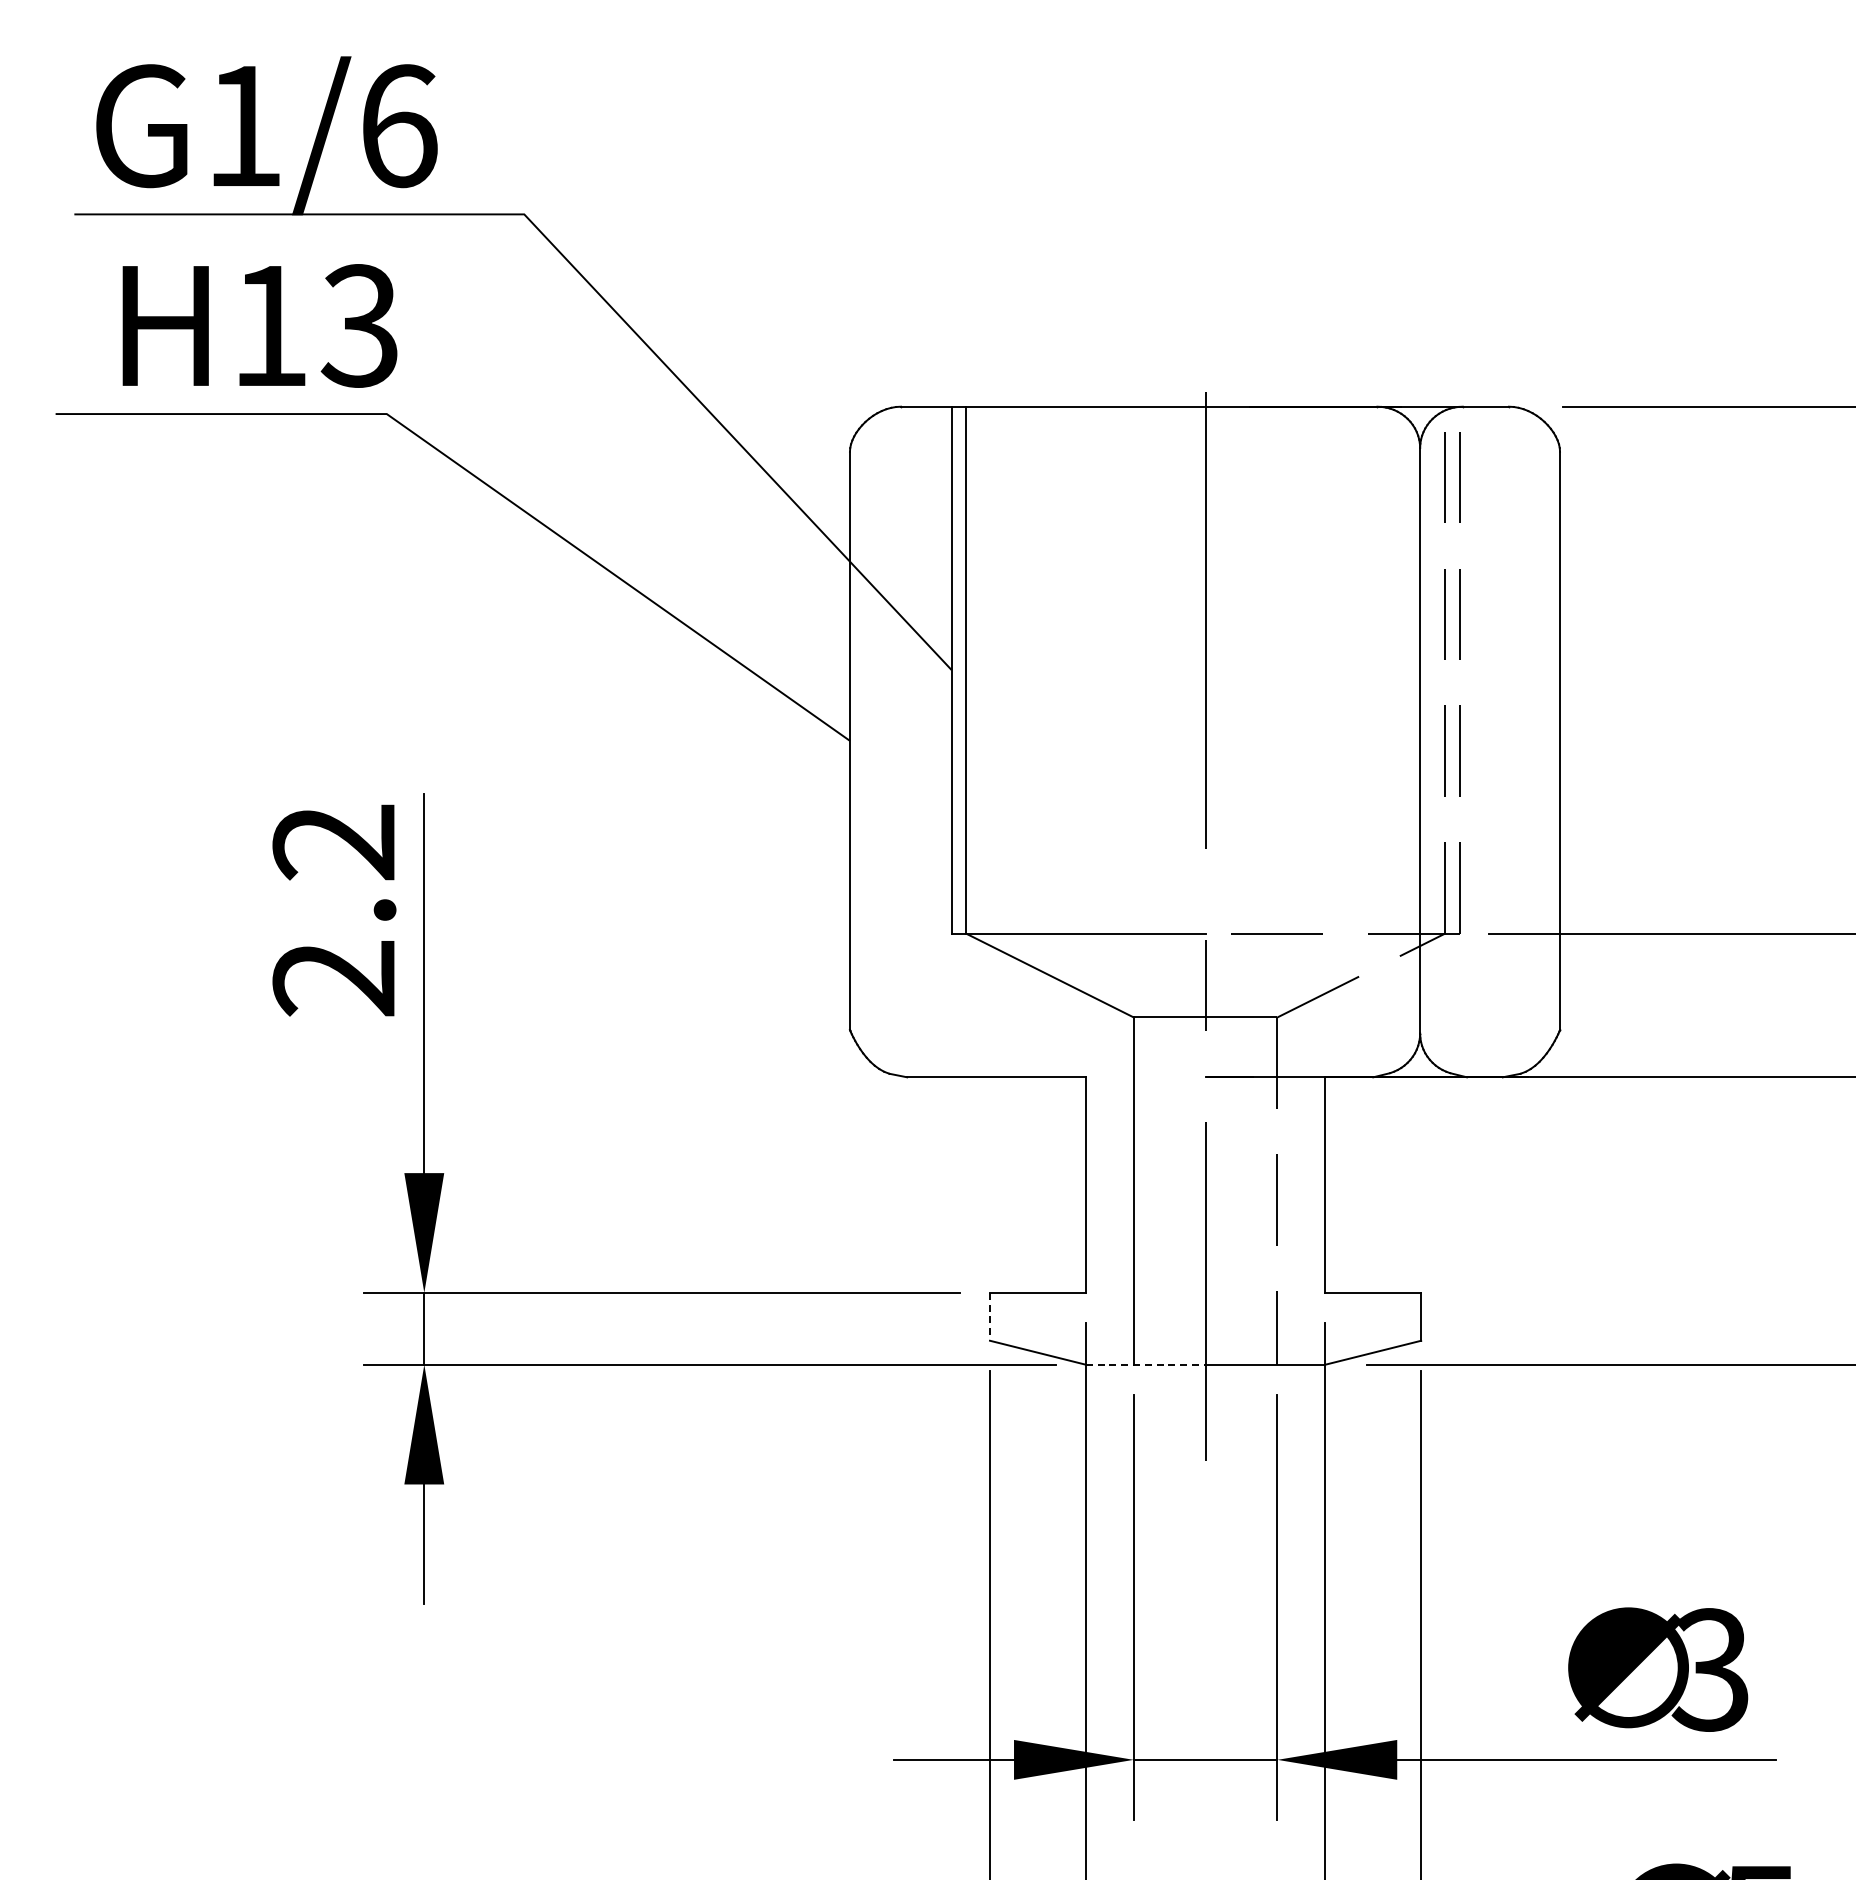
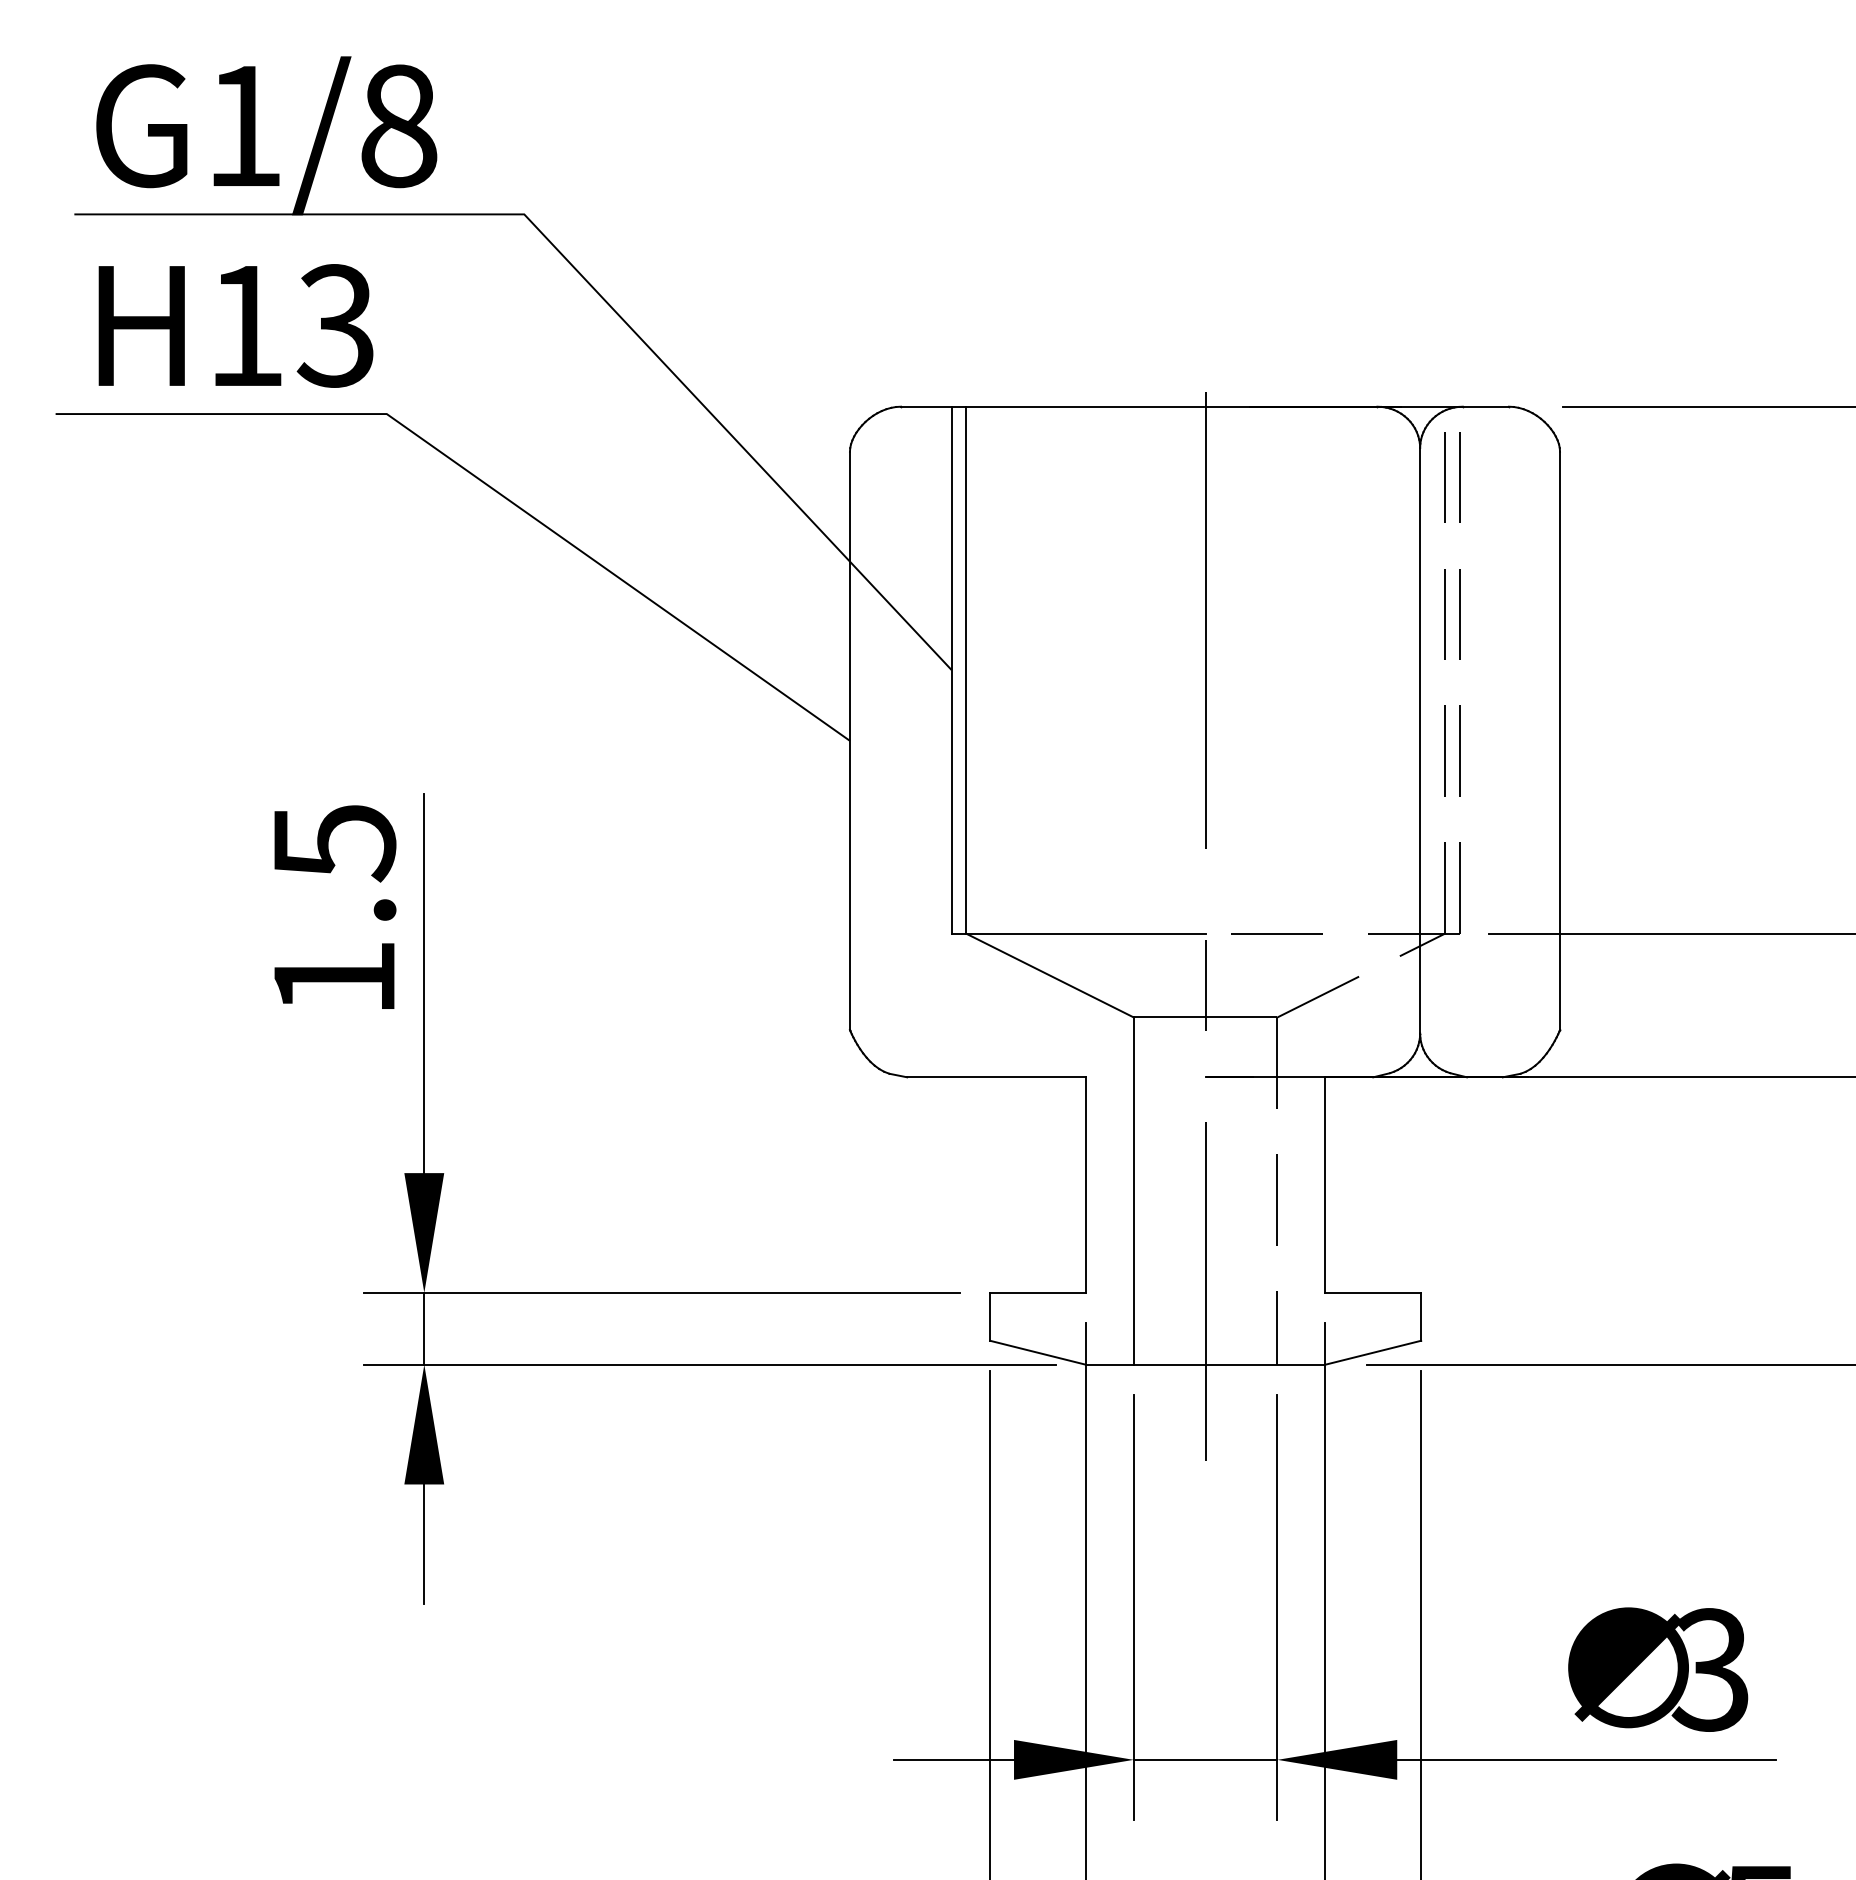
text at (399, 126): G1/6 -> G1/8
text at (259, 325) position: (259, 325) -> (235, 325)
text at (334, 910): 2.2 -> 1.5
line at (990, 1316): dashed -> solid
line at (1145, 1364): dashed -> solid
